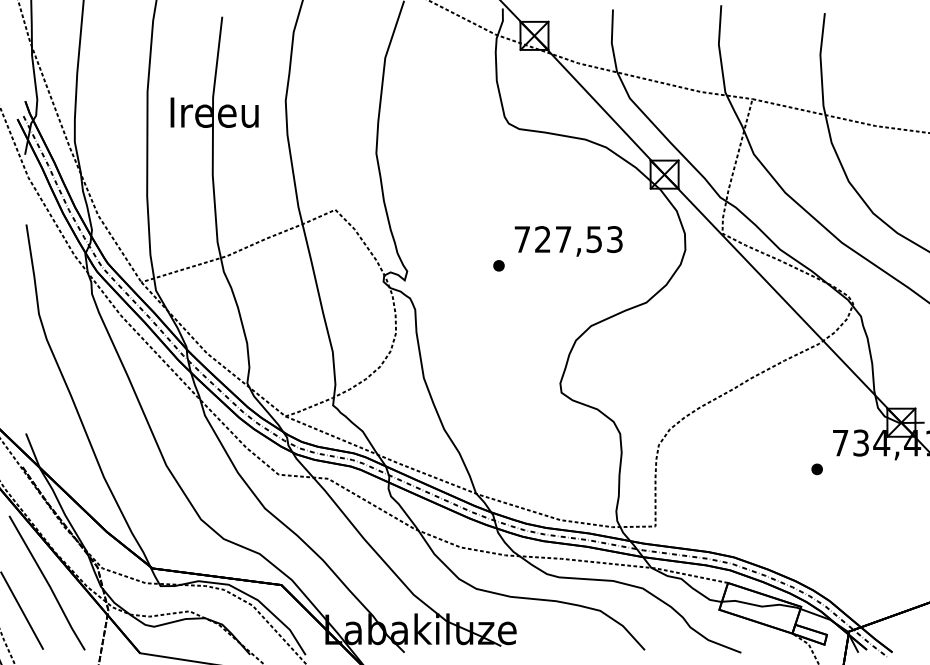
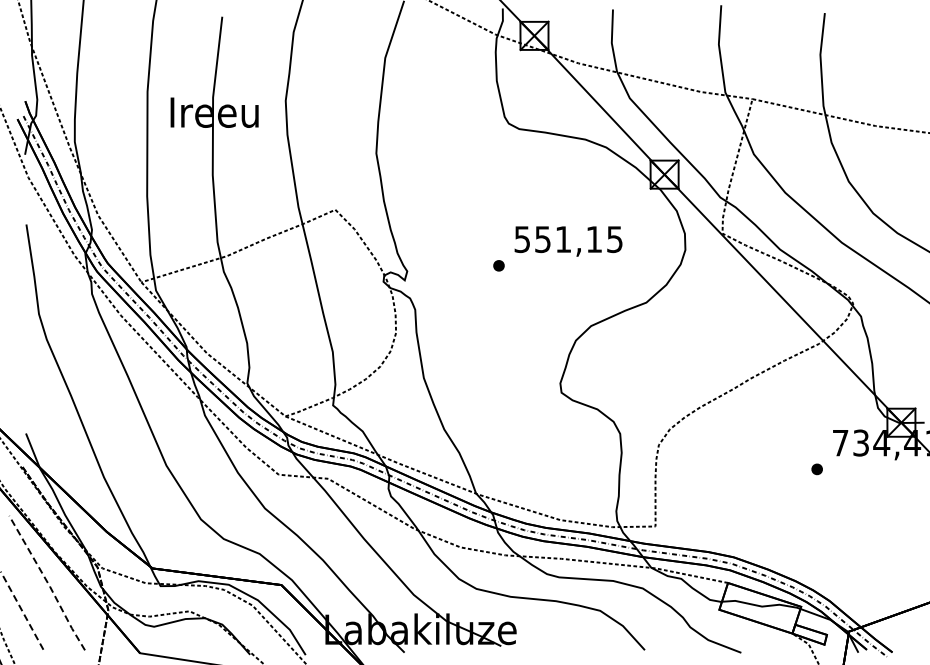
text at (568, 239): 727,53 -> 551,15
line at (48, 583): solid -> dashed
line at (21, 610): solid -> dashed
